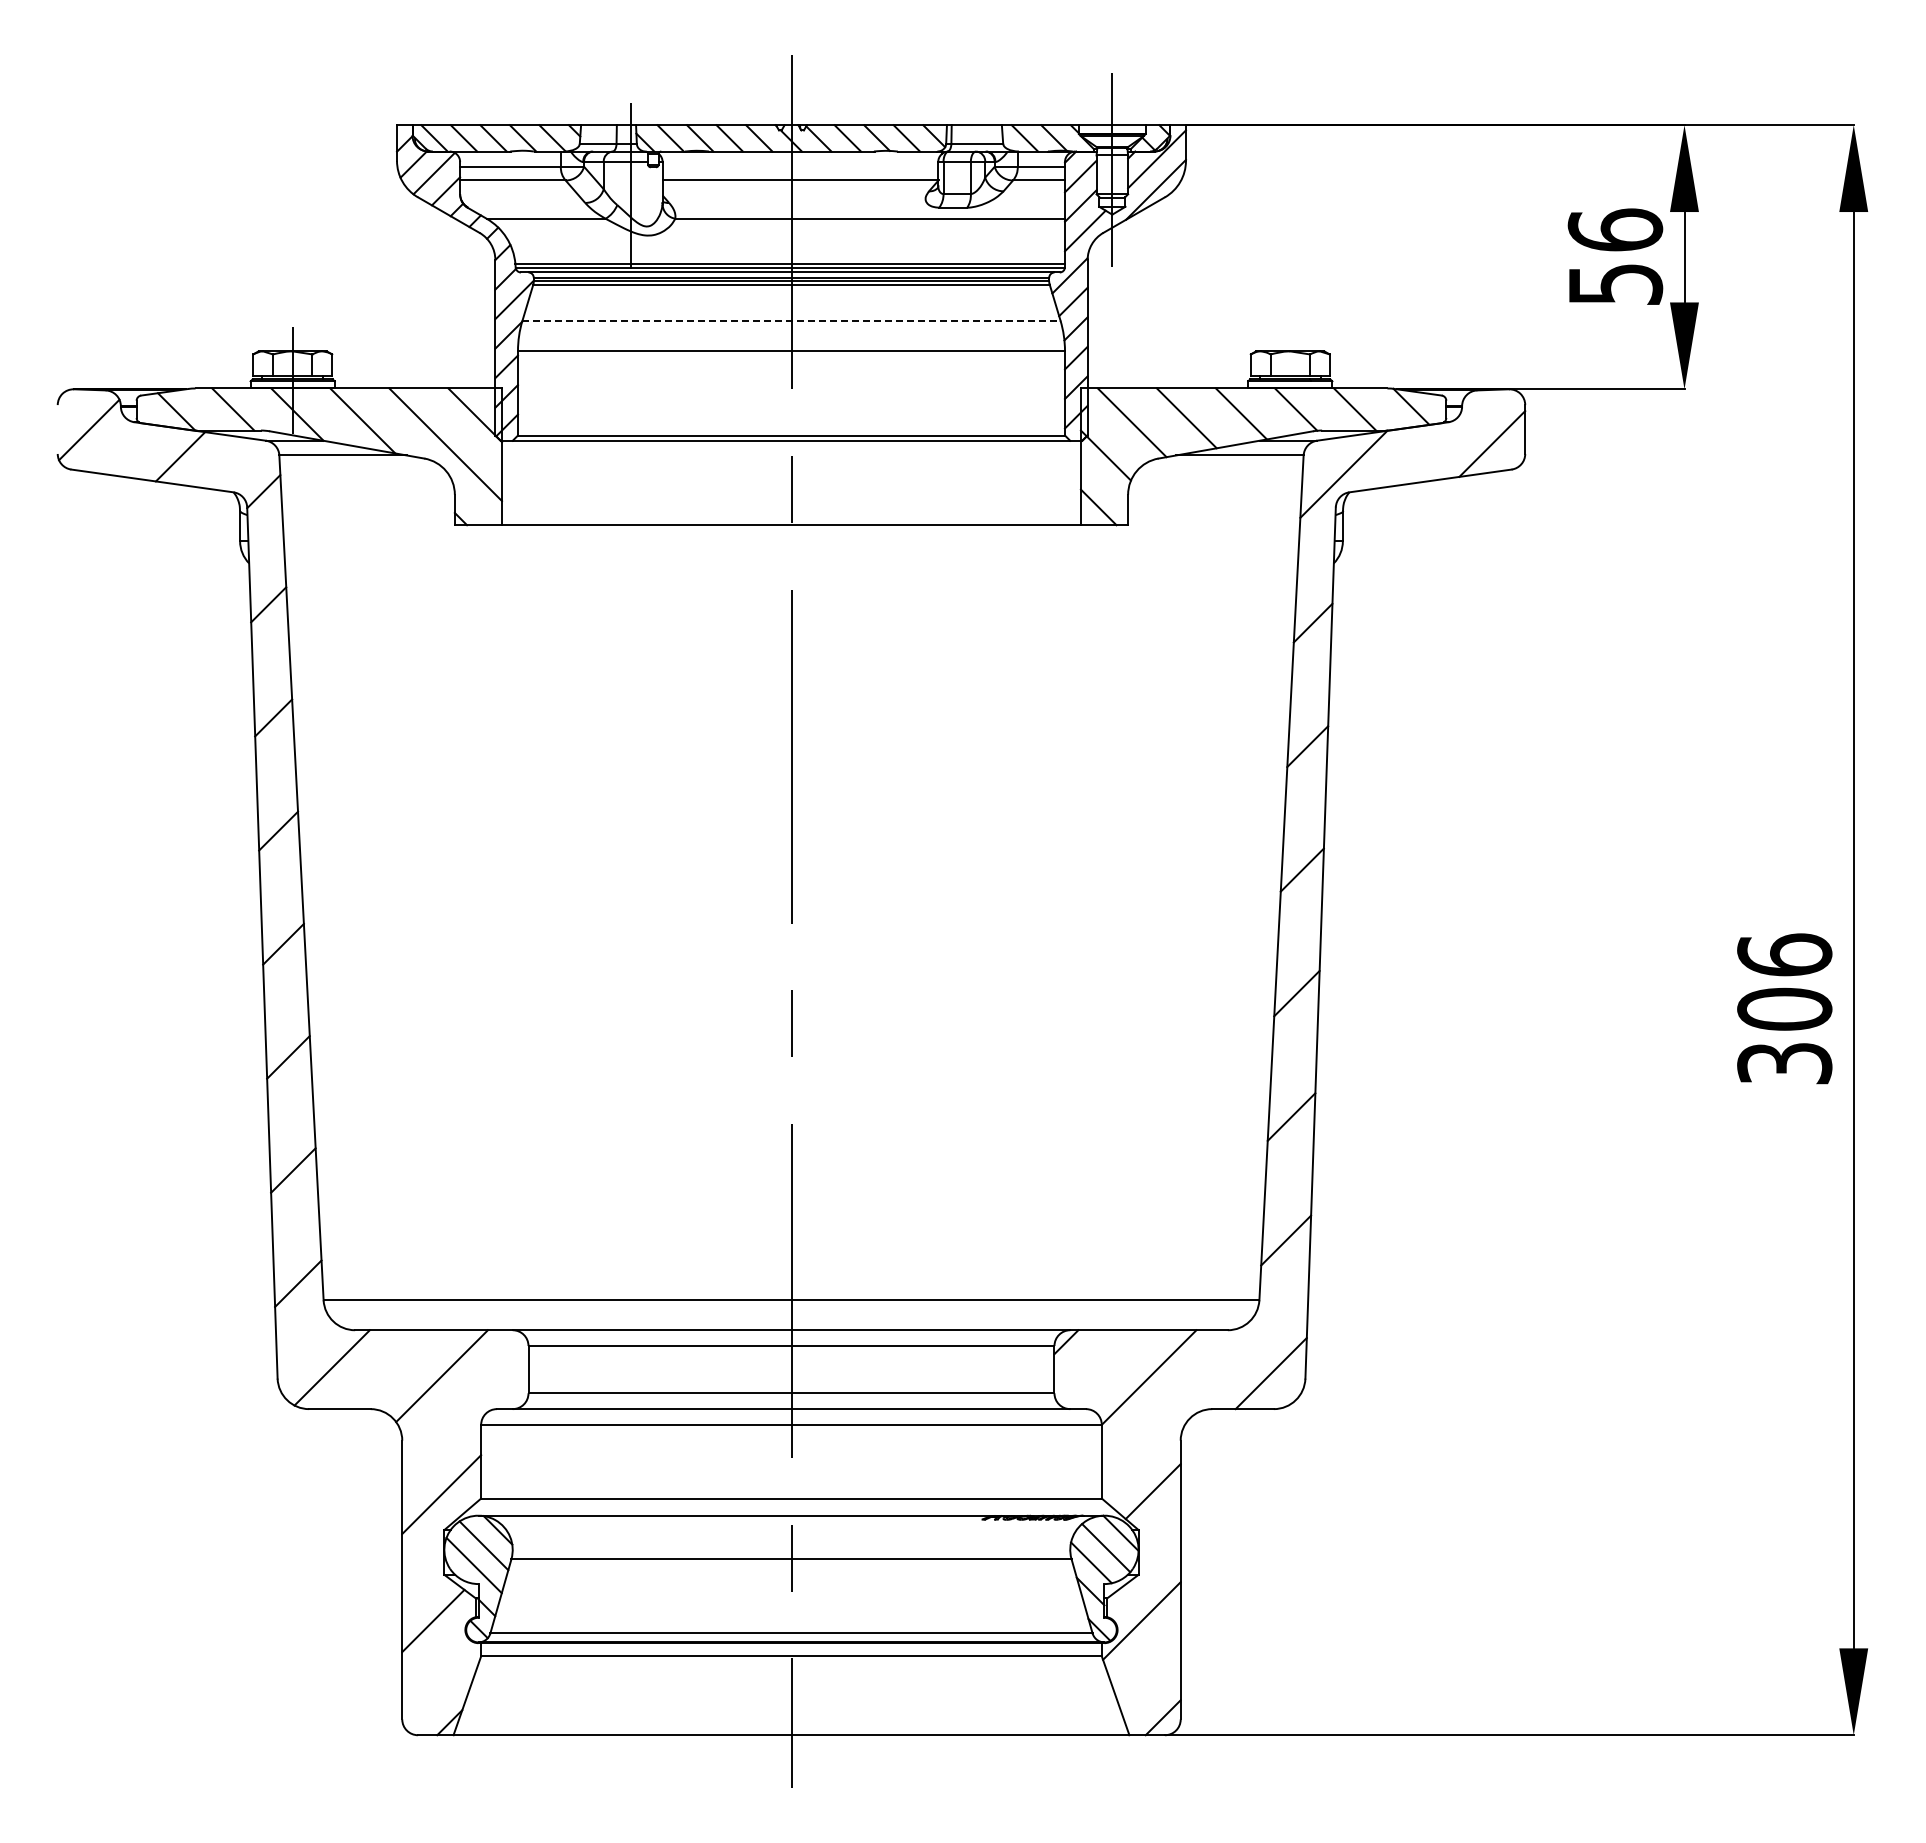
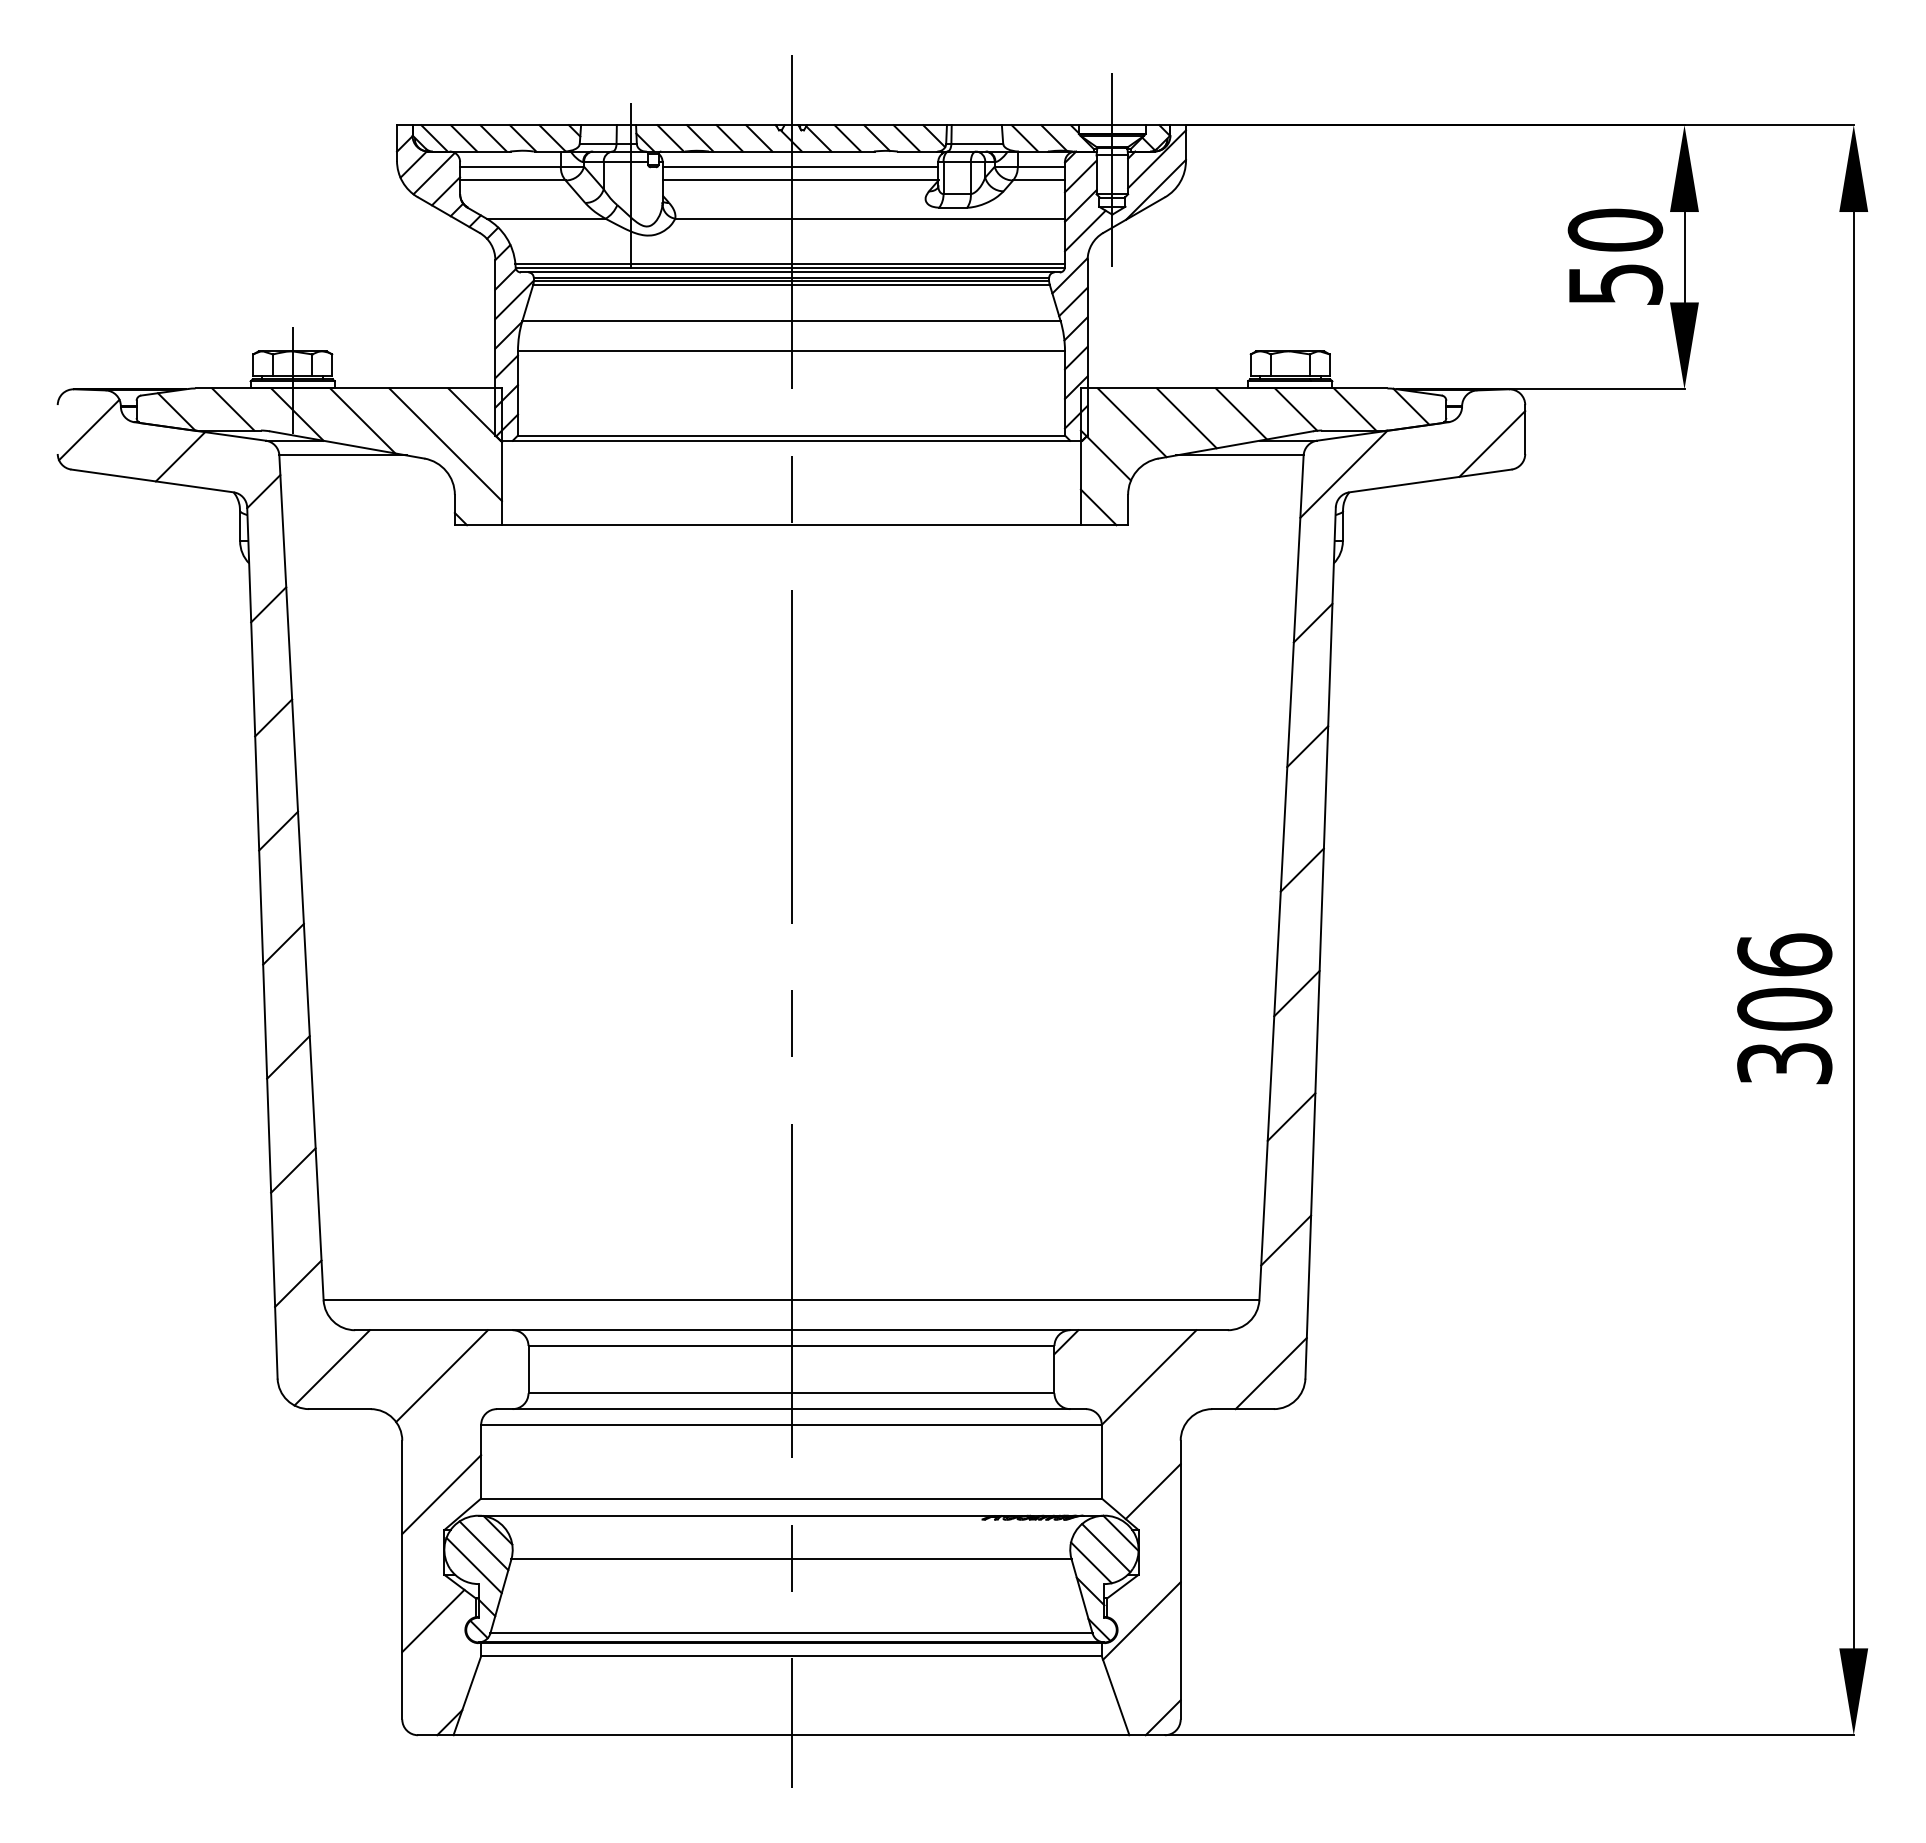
line at (800, 166): none -> present
text at (1615, 229): 56 -> 50
line at (792, 320): dashed -> solid
